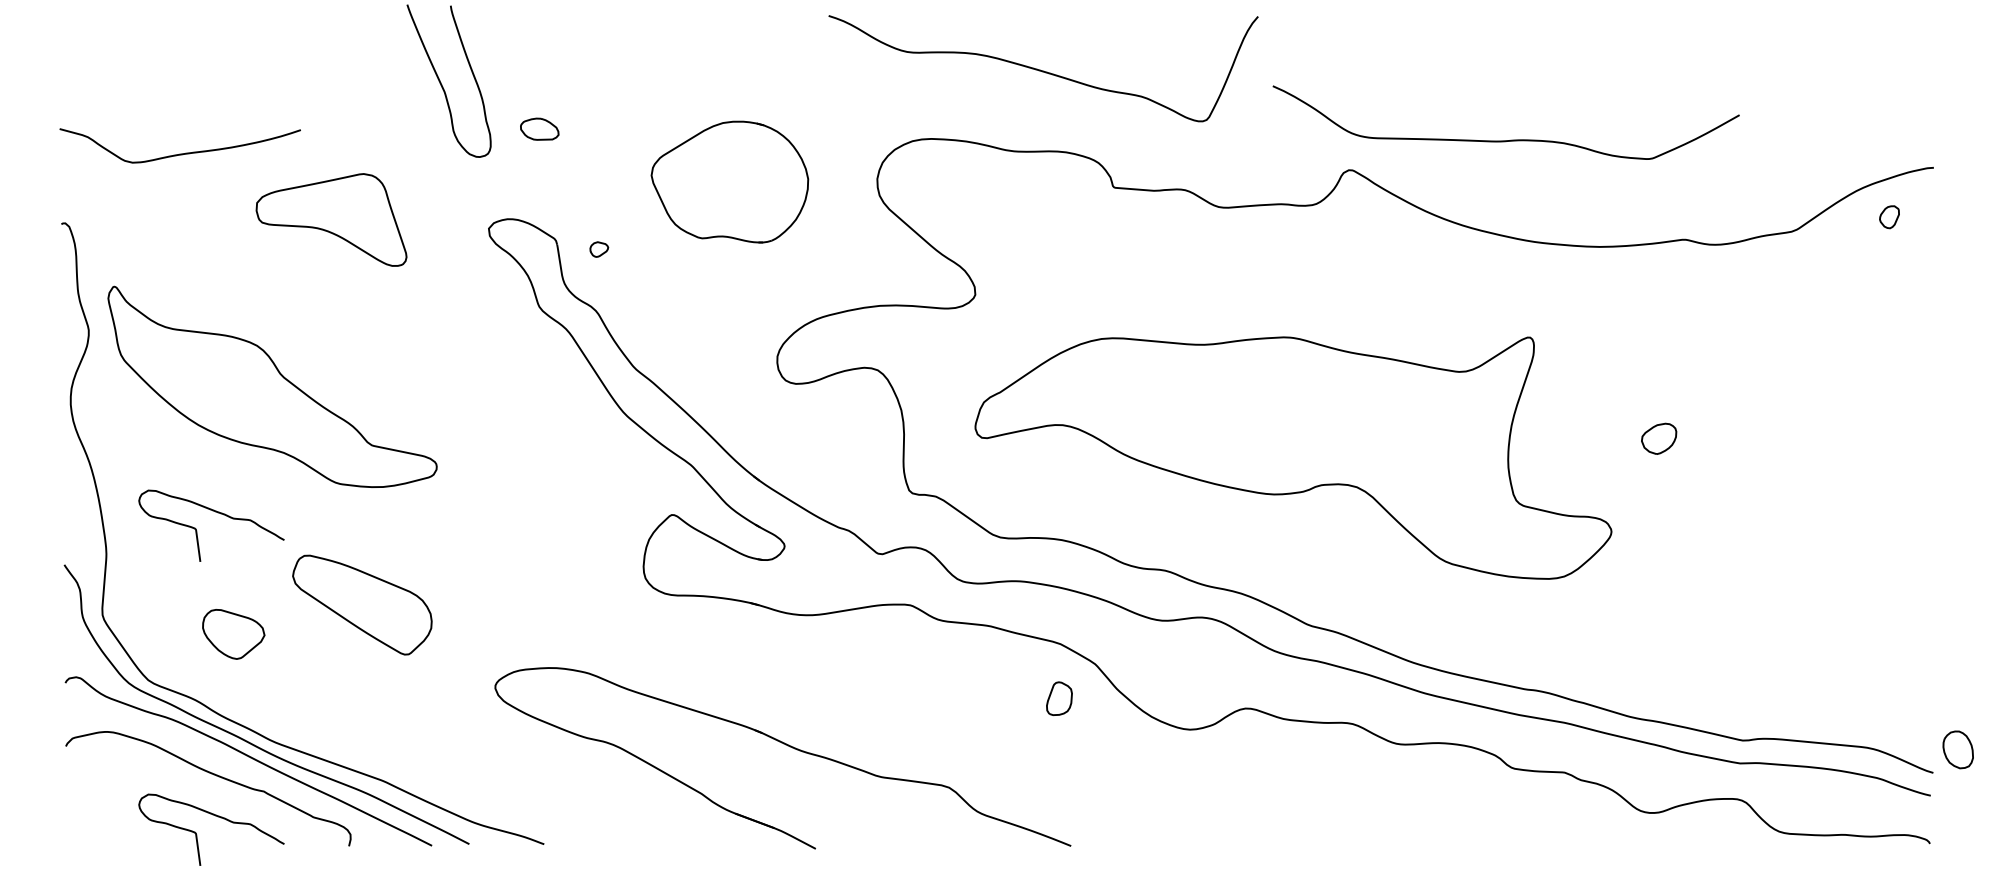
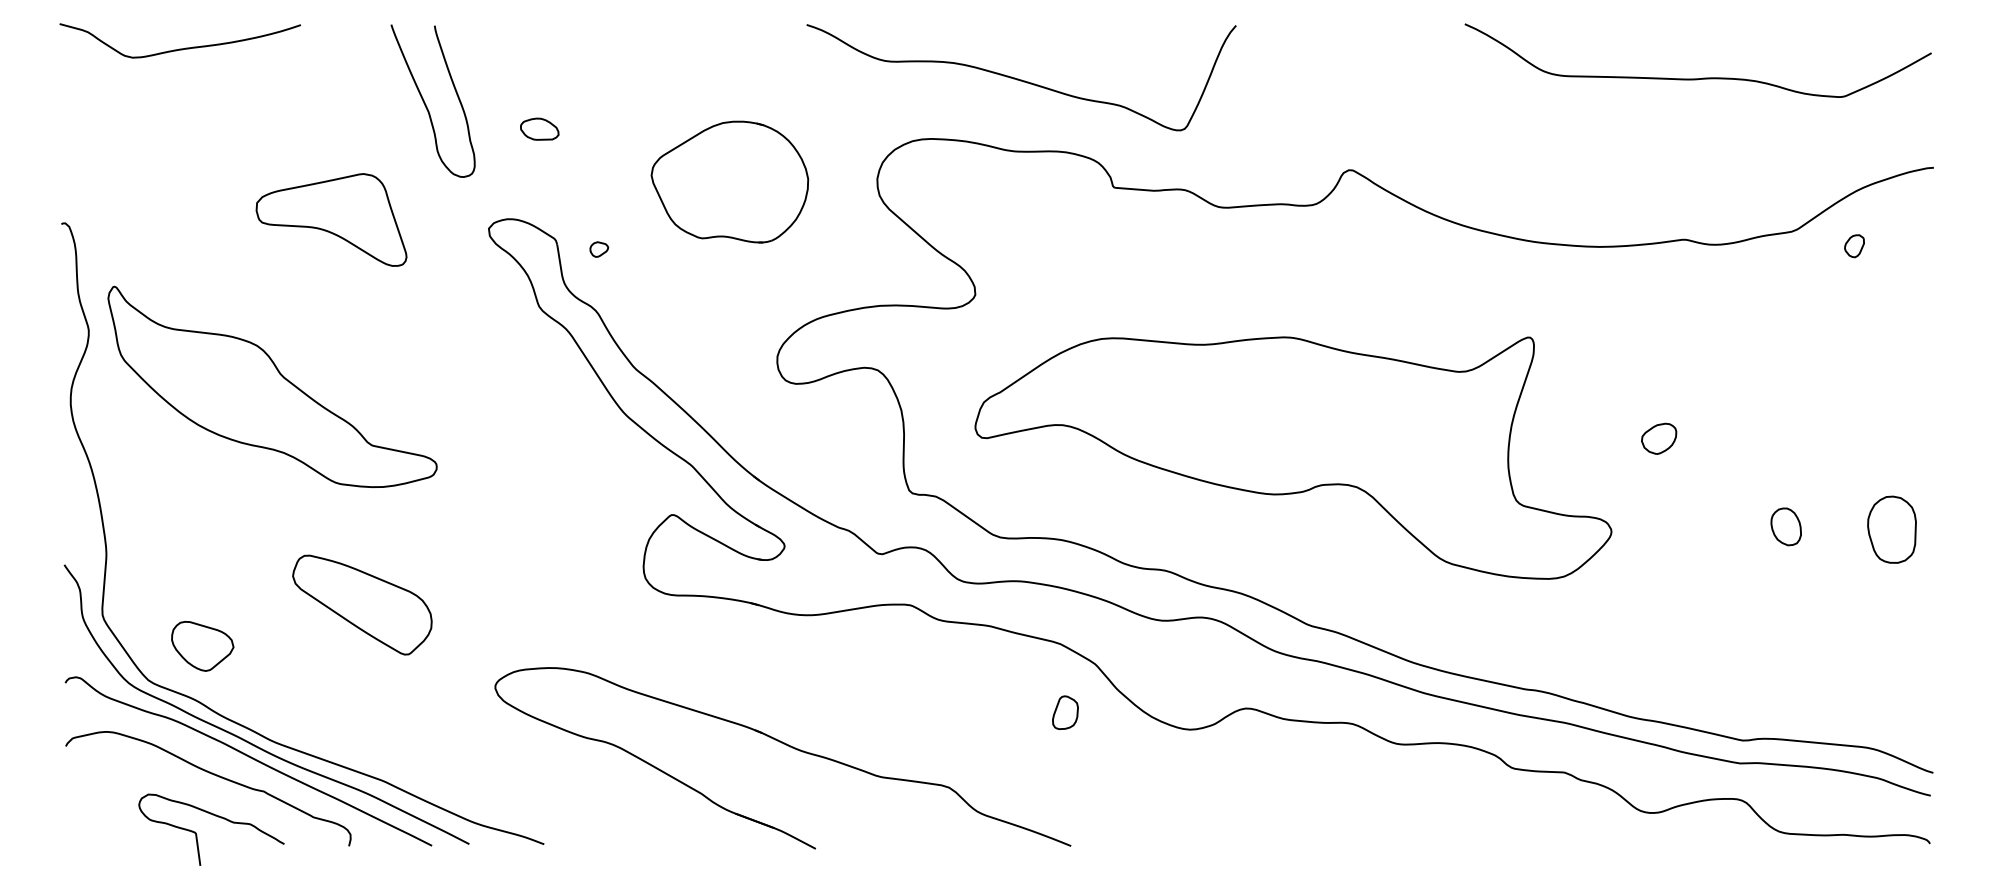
curve at (1043, 70) position: (1043, 70) -> (1021, 79)
curve at (442, 84) position: (442, 84) -> (426, 104)
curve at (1510, 139) position: (1510, 139) -> (1702, 77)
curve at (179, 153) position: (179, 153) -> (179, 48)
part at (1889, 217) position: (1889, 217) -> (1854, 246)
curve at (215, 512): present -> none
part at (1891, 529): none -> present
part at (233, 634) position: (233, 634) -> (202, 646)
part at (1059, 698) position: (1059, 698) -> (1065, 712)
part at (1957, 749) position: (1957, 749) -> (1785, 526)
